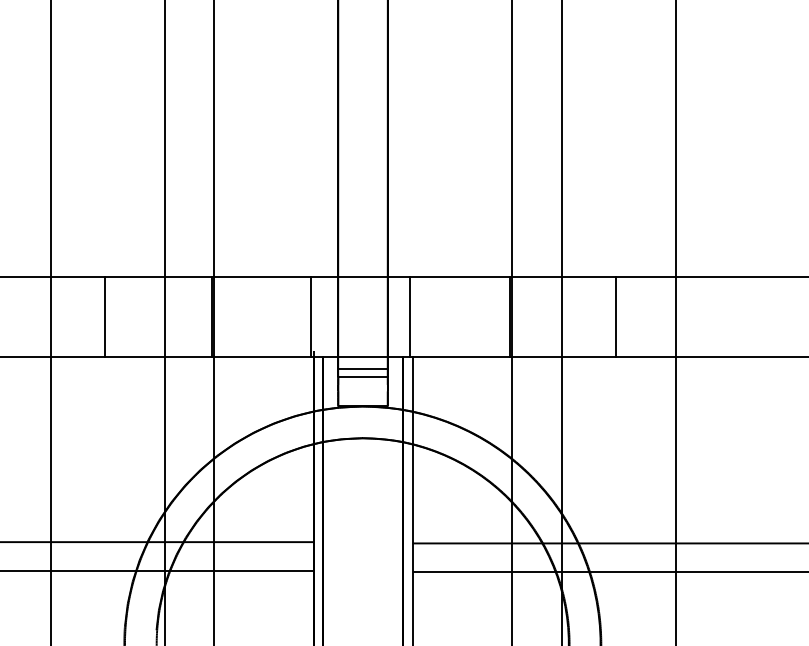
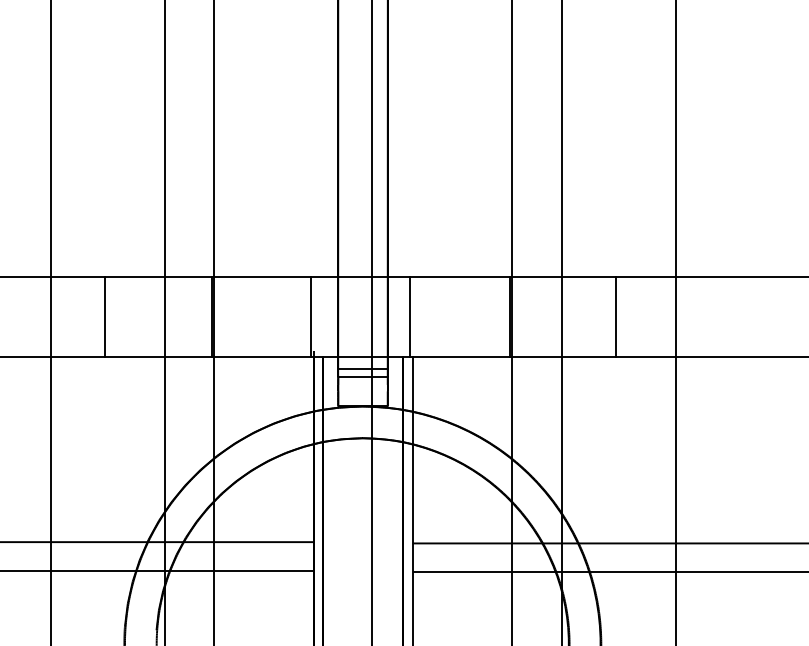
line at (372, 322): none -> present
